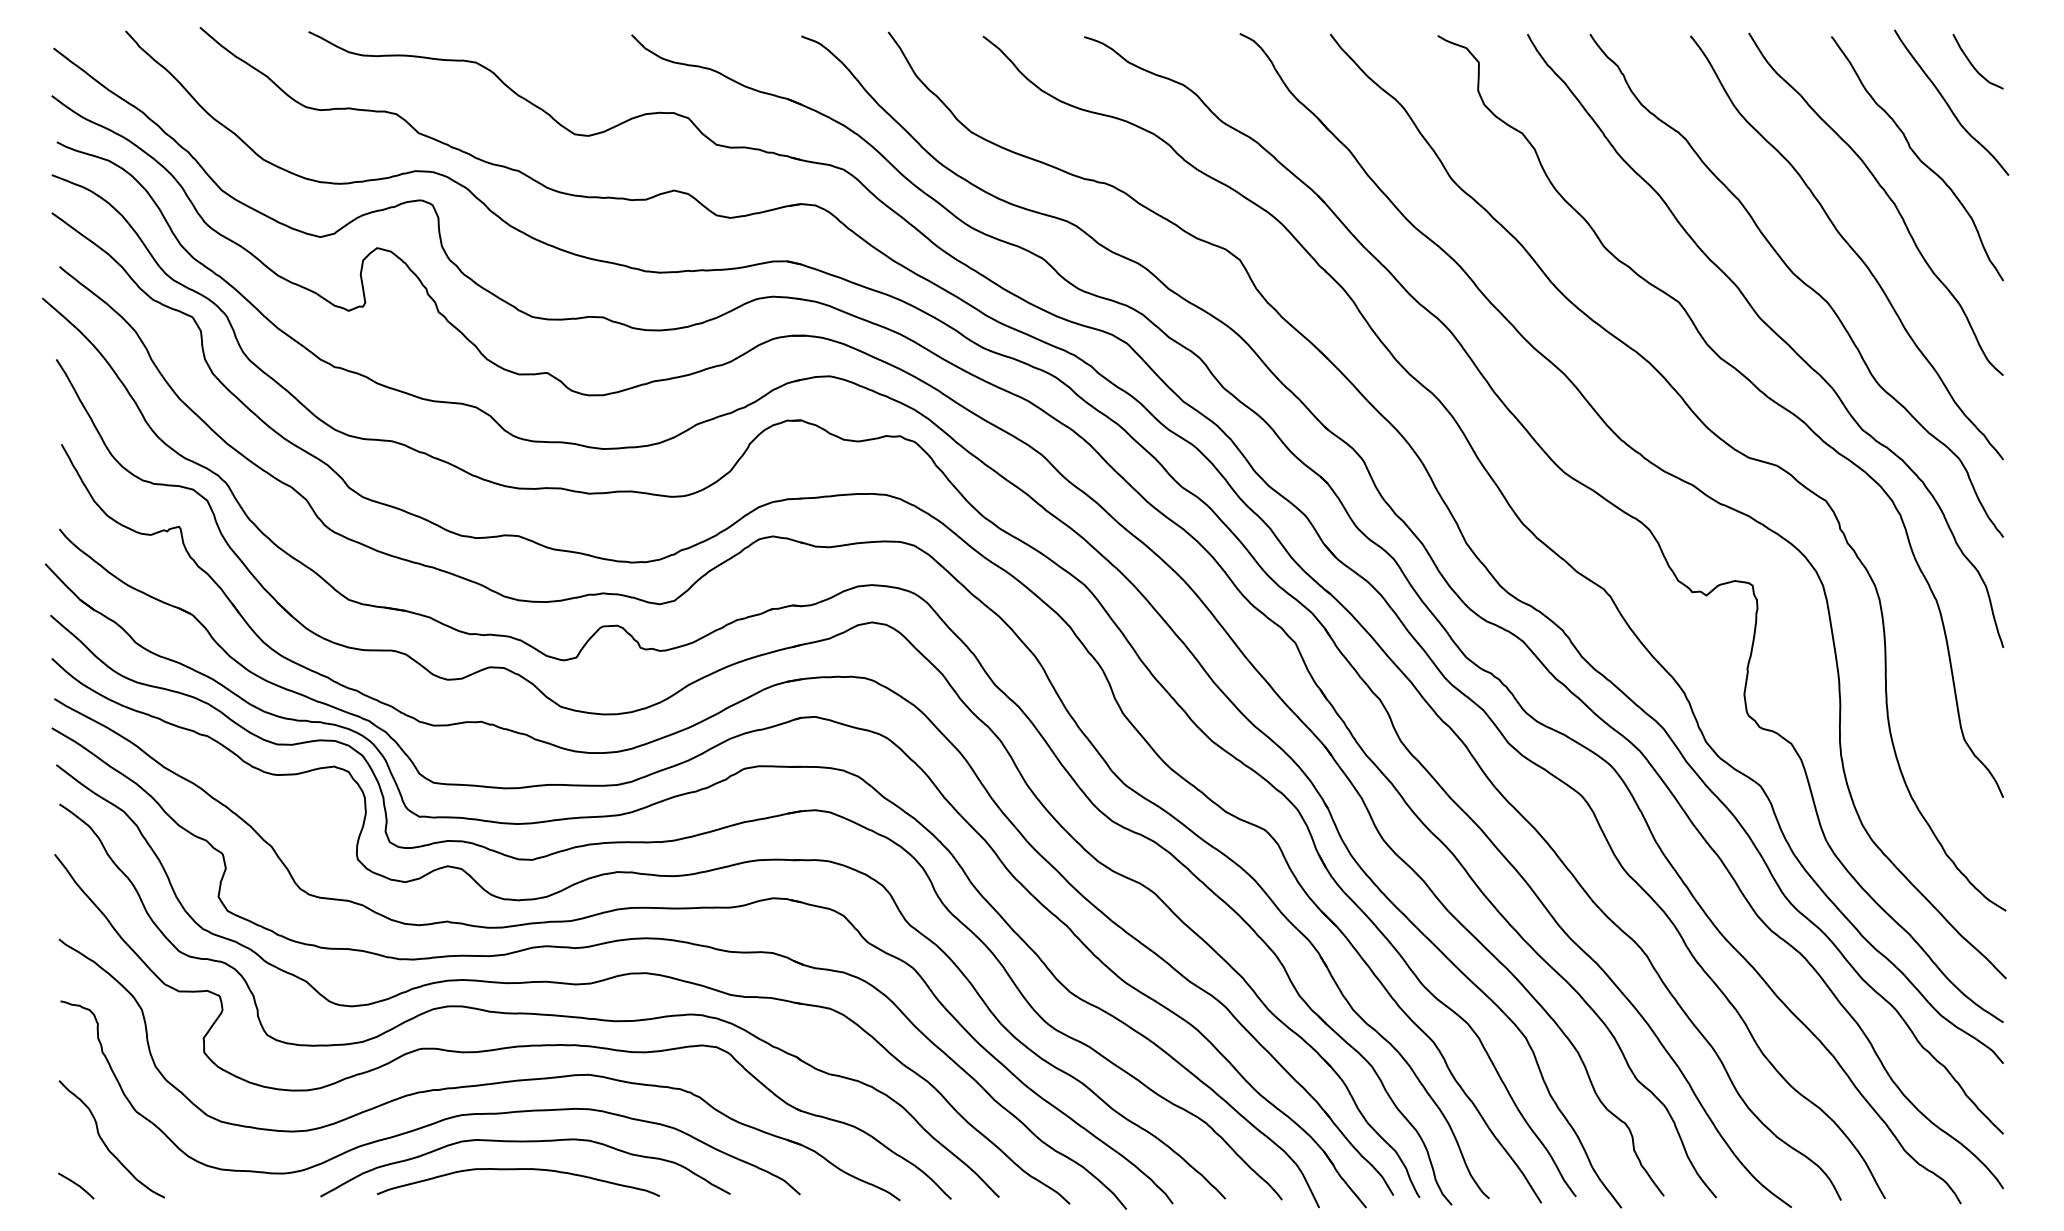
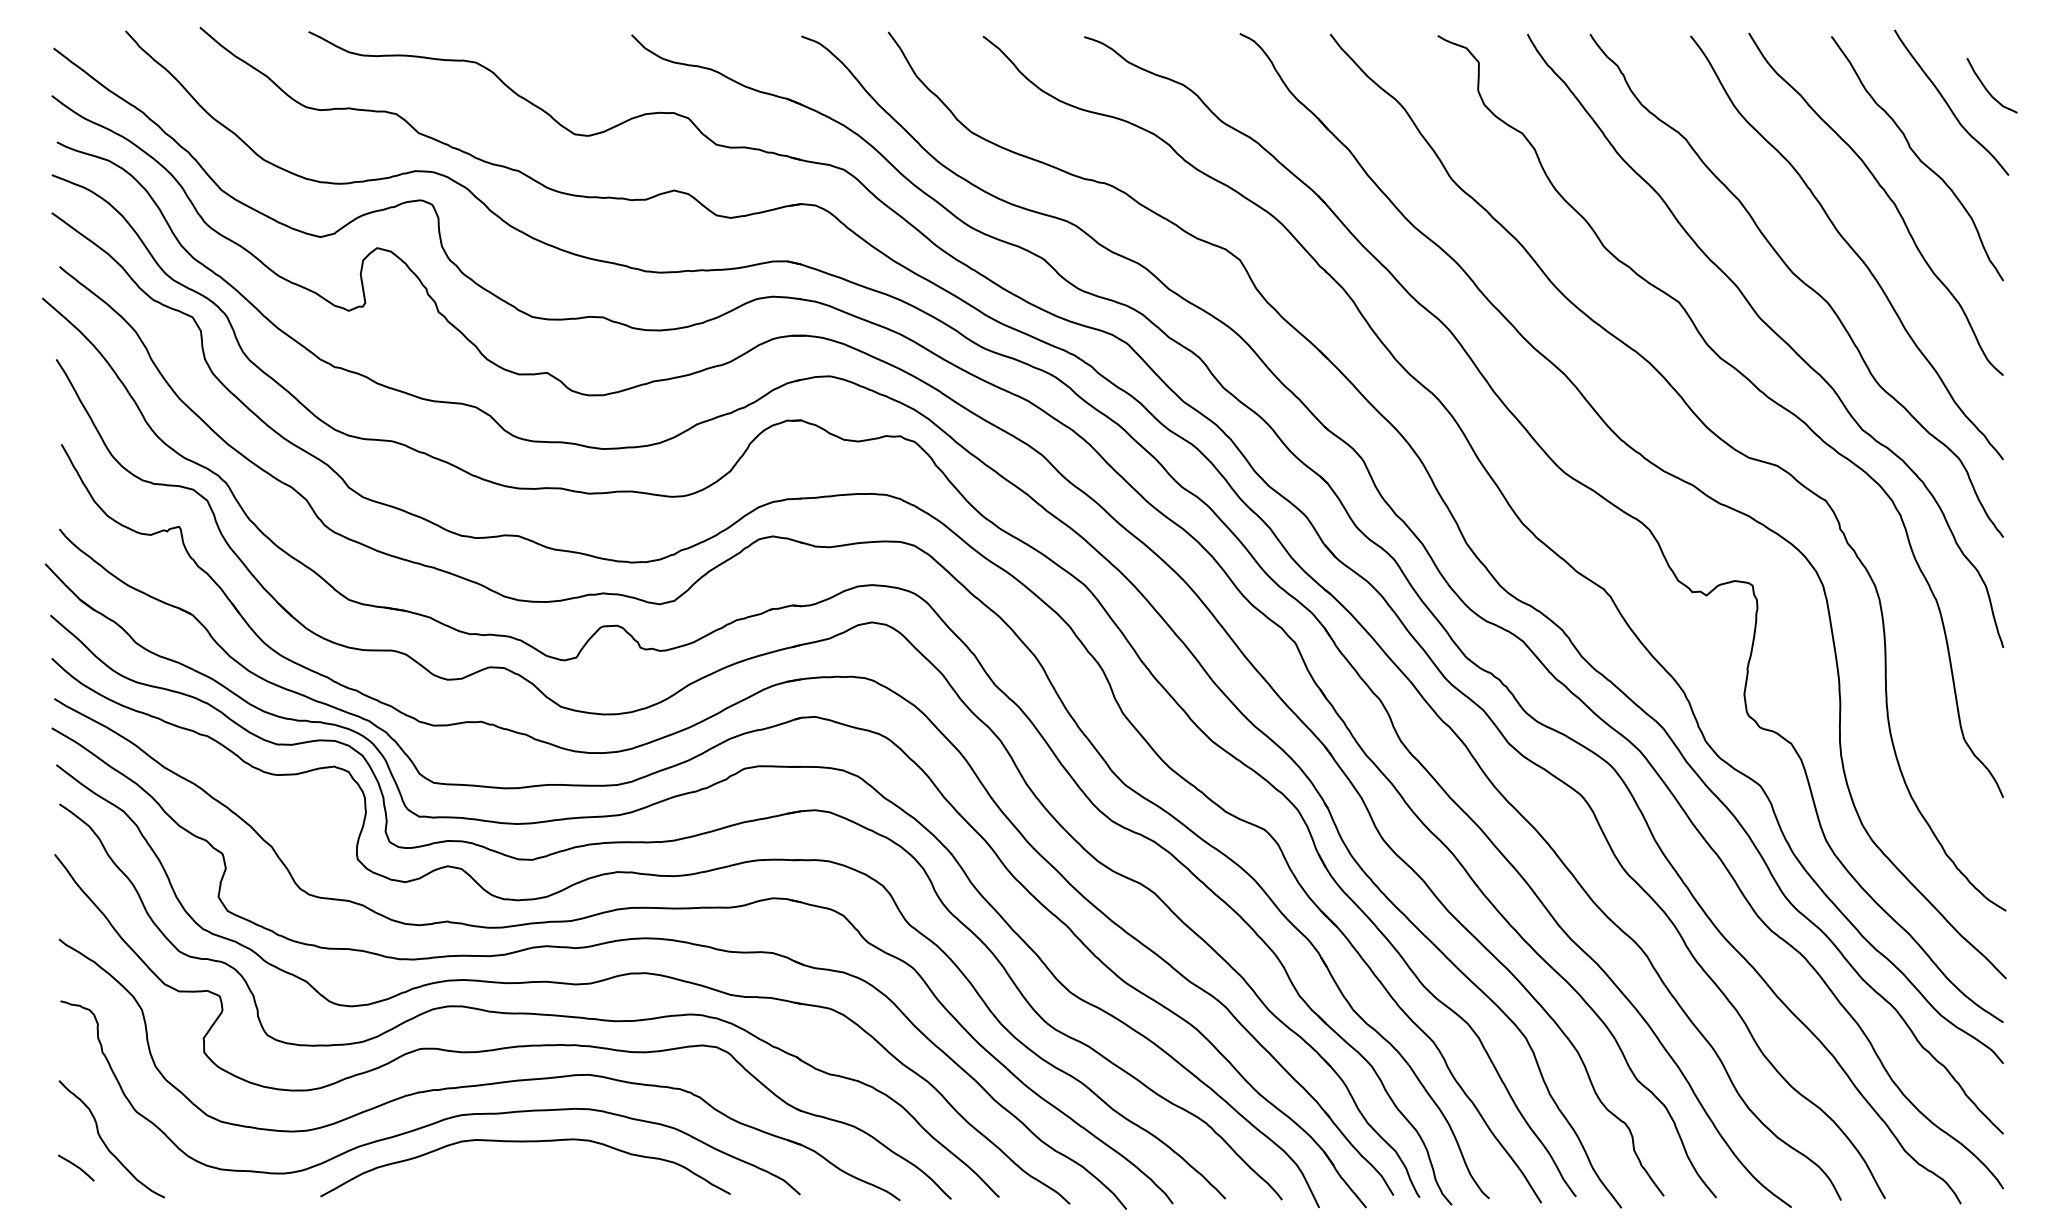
curve at (1972, 63) position: (1972, 63) -> (1986, 87)
curve at (515, 1170): present -> none
line at (76, 1185) position: (76, 1185) -> (76, 1167)
